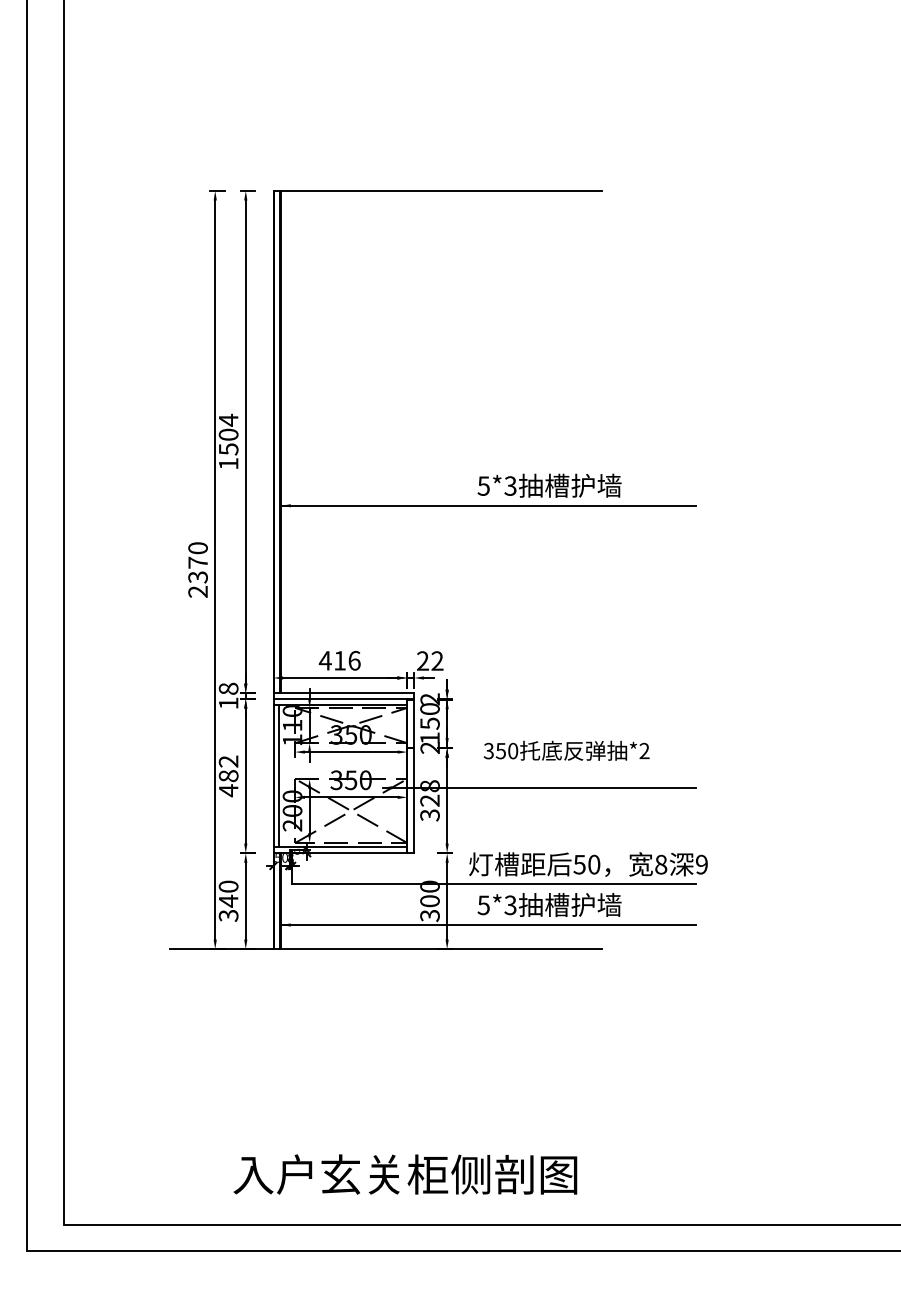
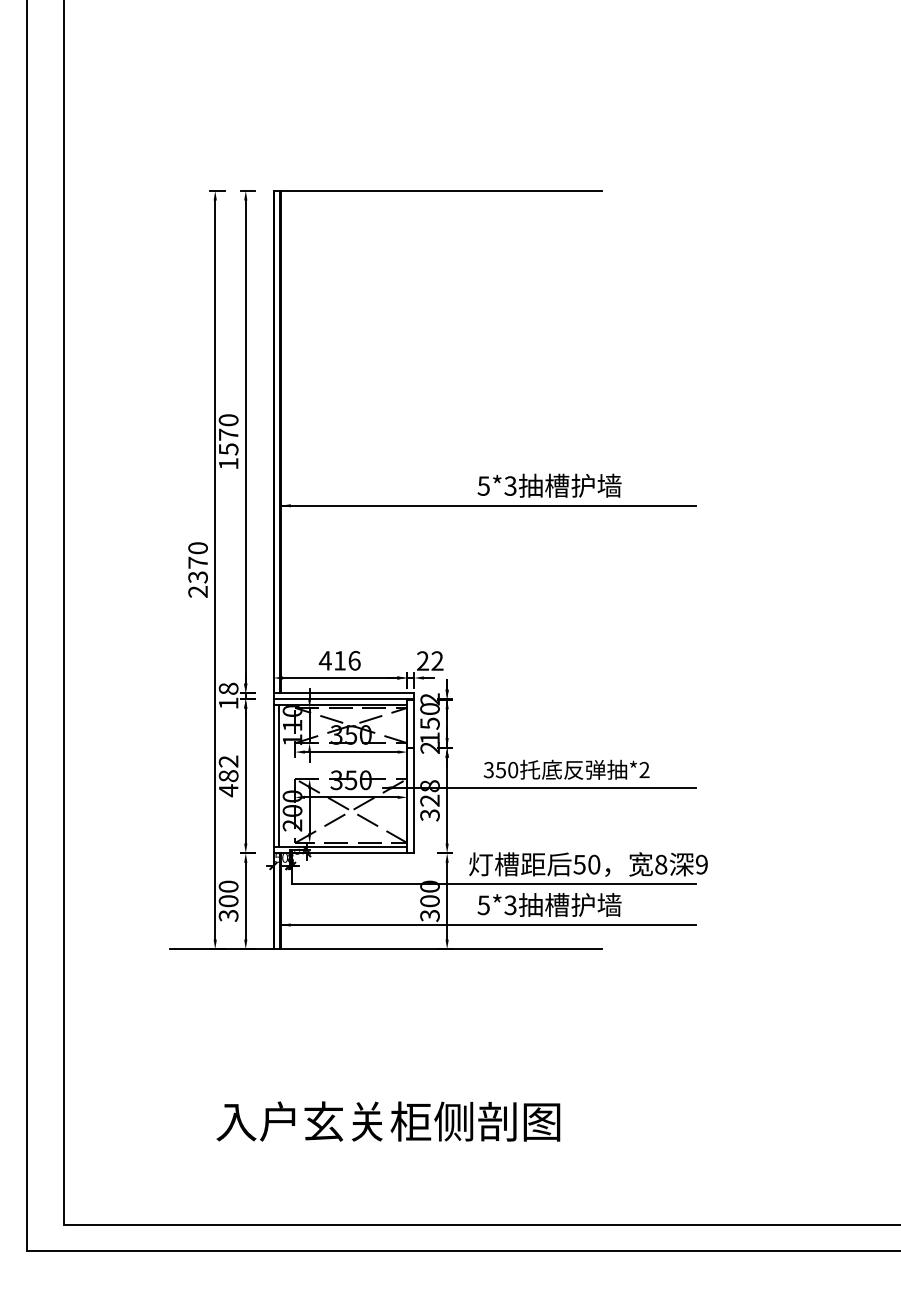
text at (228, 426): 1504 -> 1570
text at (566, 750) position: (566, 750) -> (566, 769)
text at (228, 900): 340 -> 300
text at (405, 1174) position: (405, 1174) -> (388, 1121)
